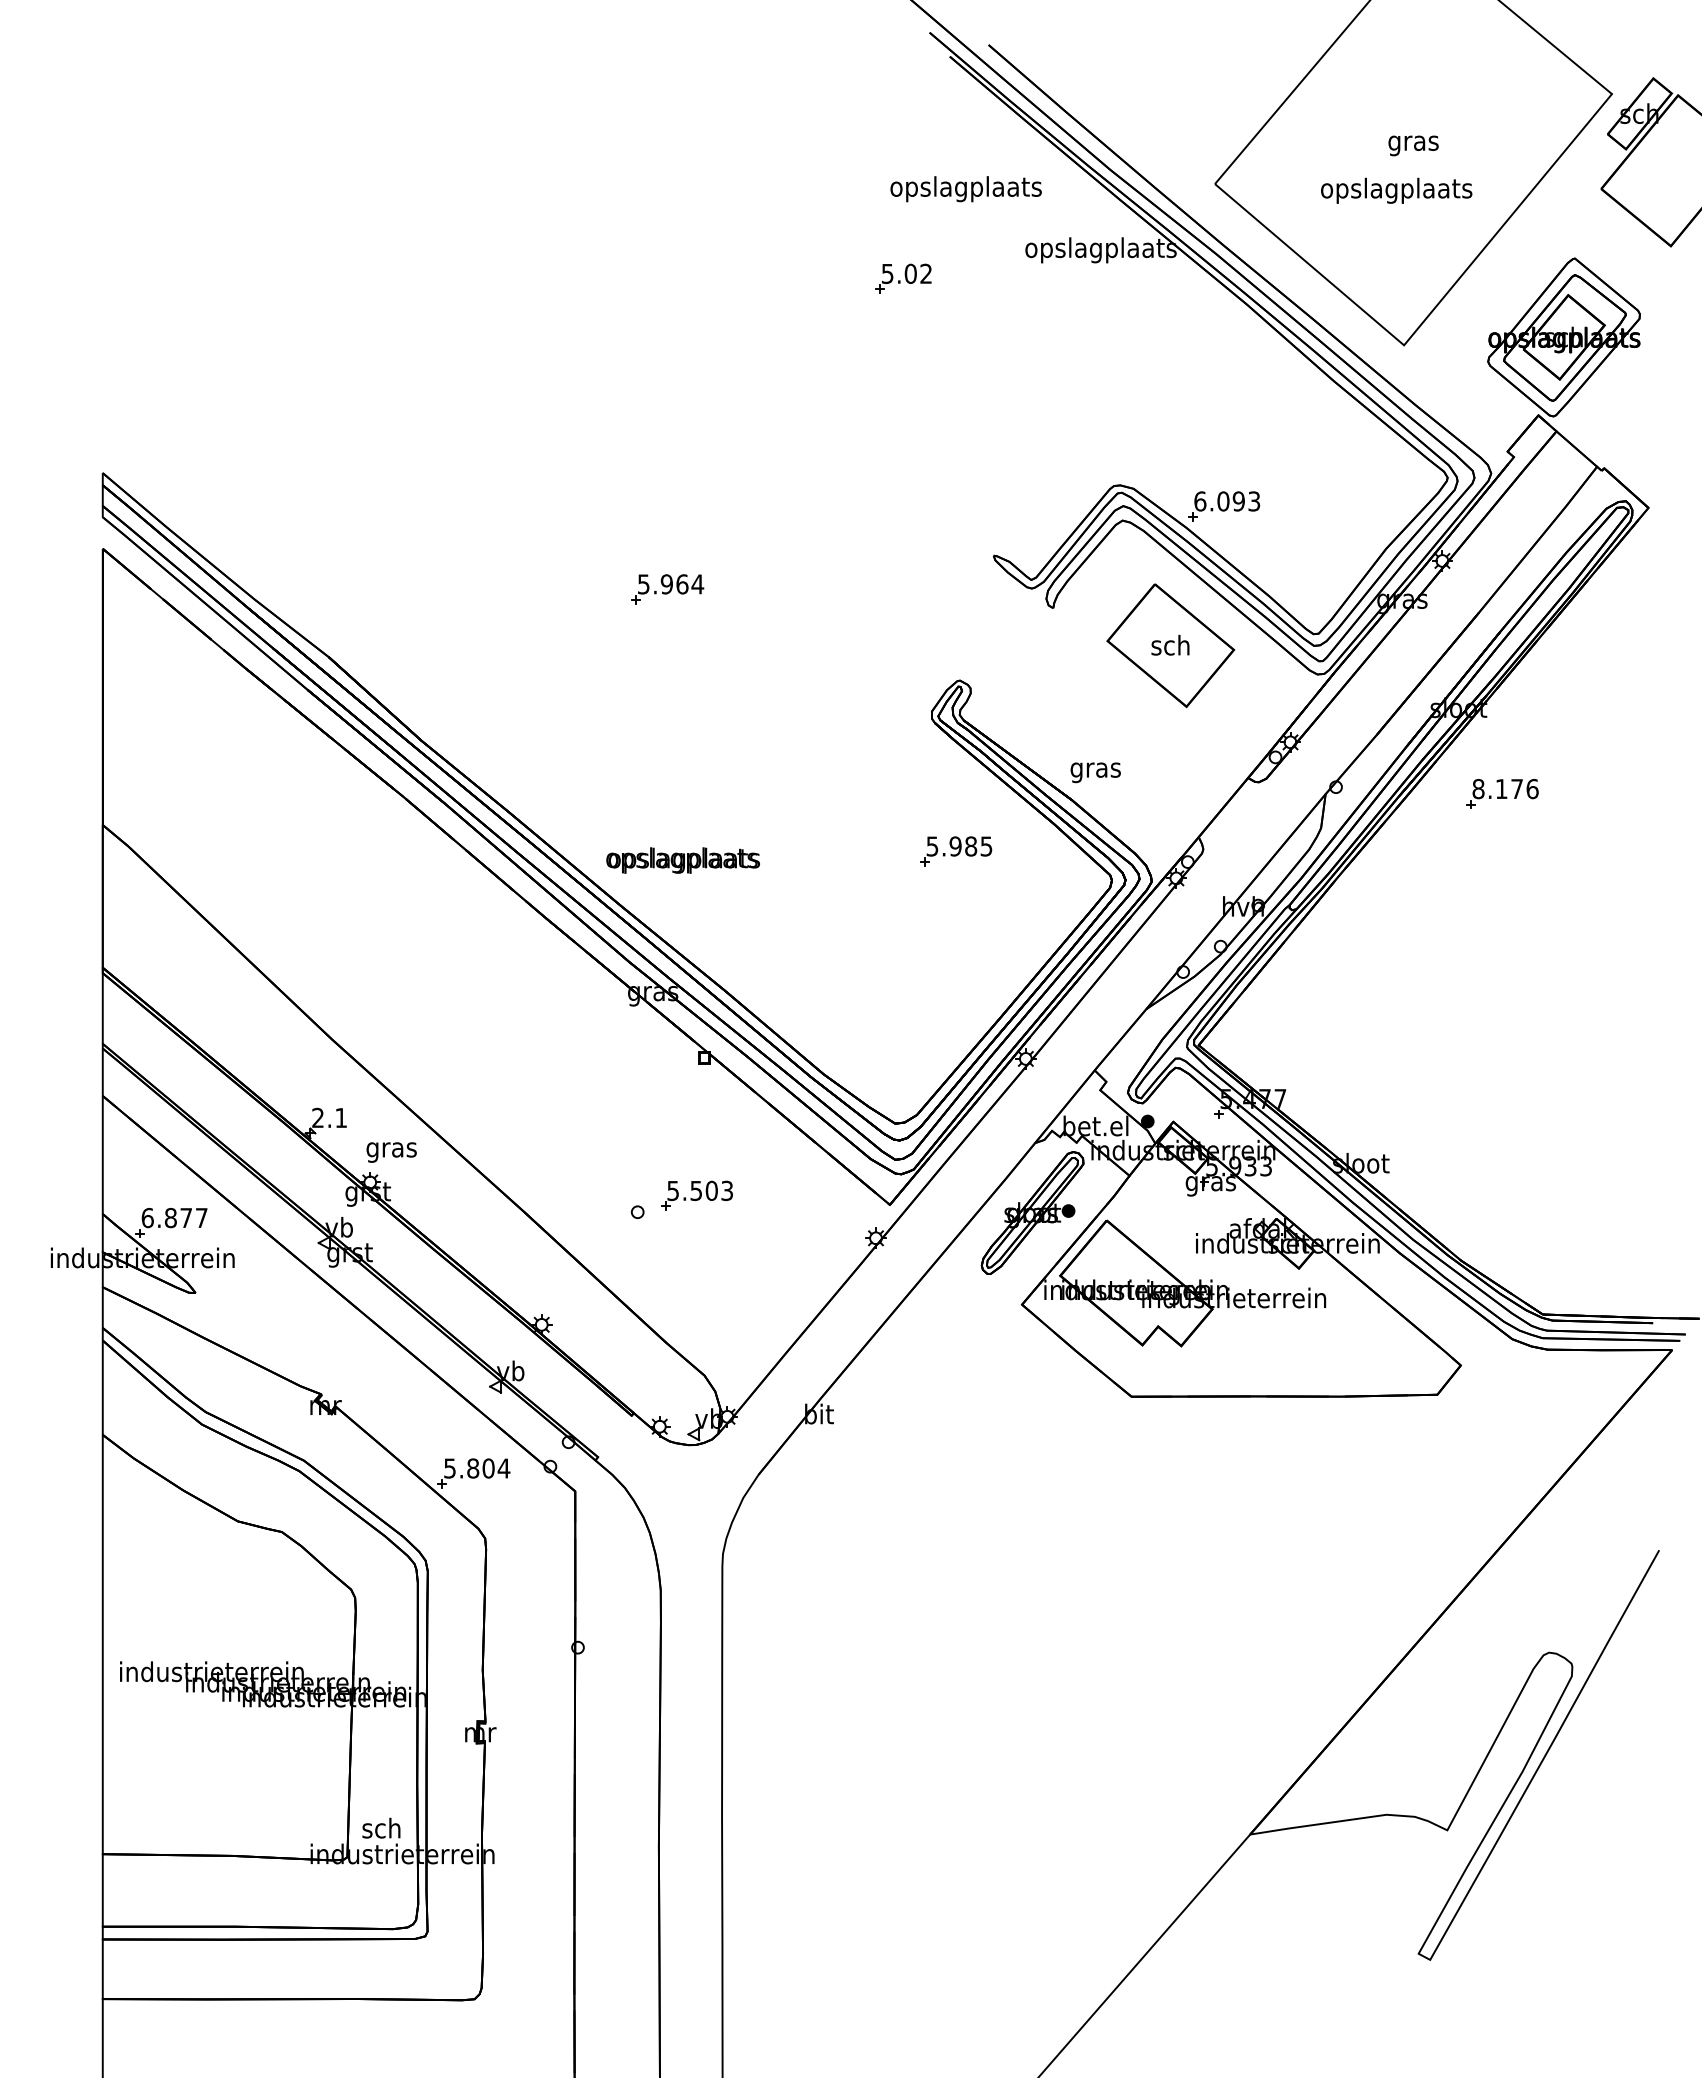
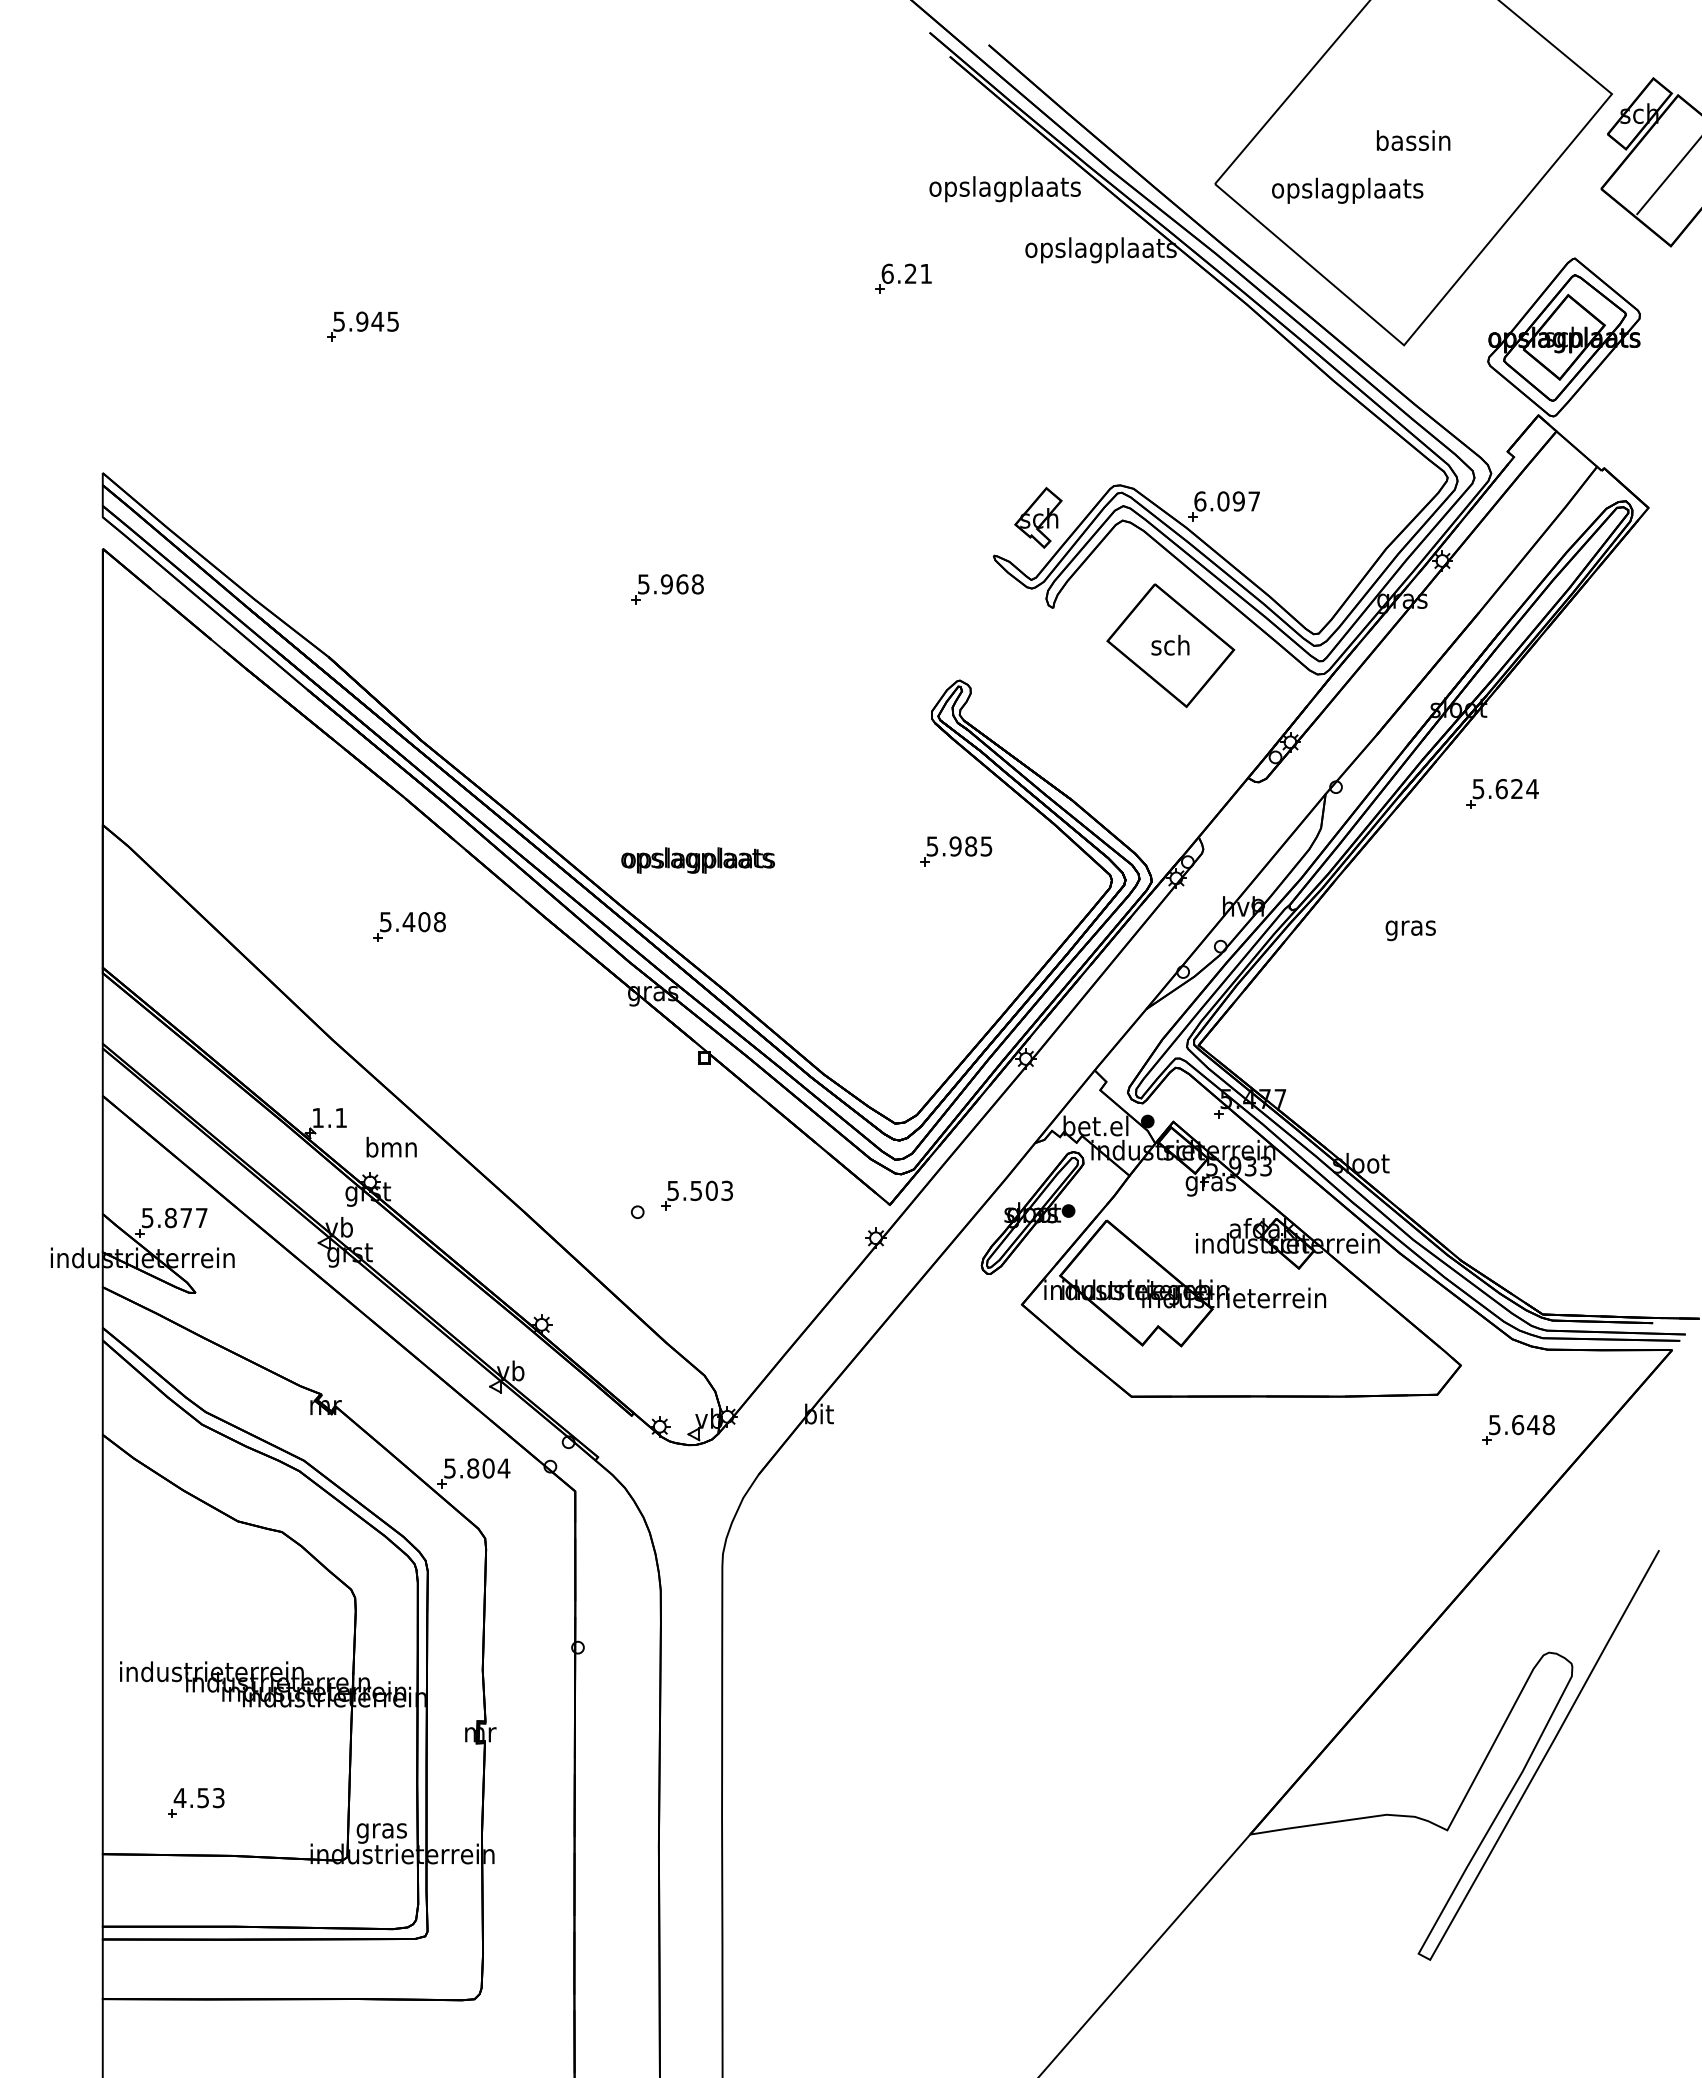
text at (1413, 143): gras -> bassin
line at (1667, 177): none -> present
text at (965, 189) position: (965, 189) -> (1004, 189)
text at (1396, 190) position: (1396, 190) -> (1347, 190)
text at (906, 273): 5.02 -> 6.21
part at (362, 326): none -> present
text at (1254, 501): 6.093 -> 6.097
part at (1038, 517): none -> present
text at (697, 584): 5.964 -> 5.968
text at (1095, 772) position: (1095, 772) -> (1410, 930)
text at (1505, 789): 8.176 -> 5.624
text at (682, 860) position: (682, 860) -> (697, 860)
part at (409, 926): none -> present
text at (317, 1117): 2.1 -> 1.1
text at (391, 1149): gras -> bmn
text at (147, 1217): 6.877 -> 5.877
part at (1518, 1429): none -> present
part at (196, 1802): none -> present
text at (381, 1830): sch -> gras
